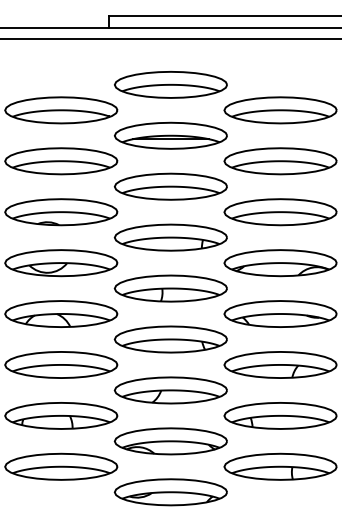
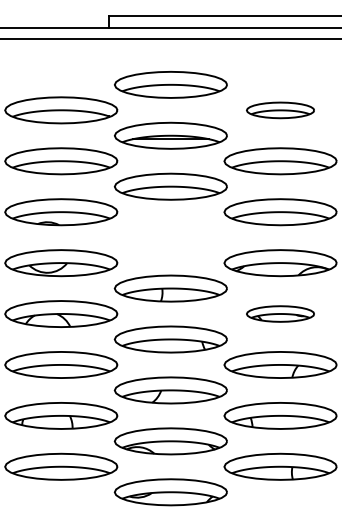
part at (280, 110) size: 115x29 px -> 69x19 px
part at (170, 237): present -> none
part at (280, 313) size: 115x28 px -> 69x18 px
